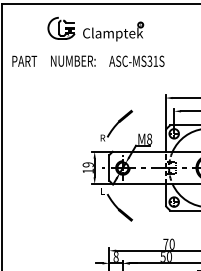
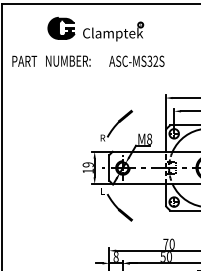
fill at (61, 27): none -> present
text at (73, 60) position: (73, 60) -> (68, 60)
text at (155, 60): ASC-MS31S -> ASC-MS32S
